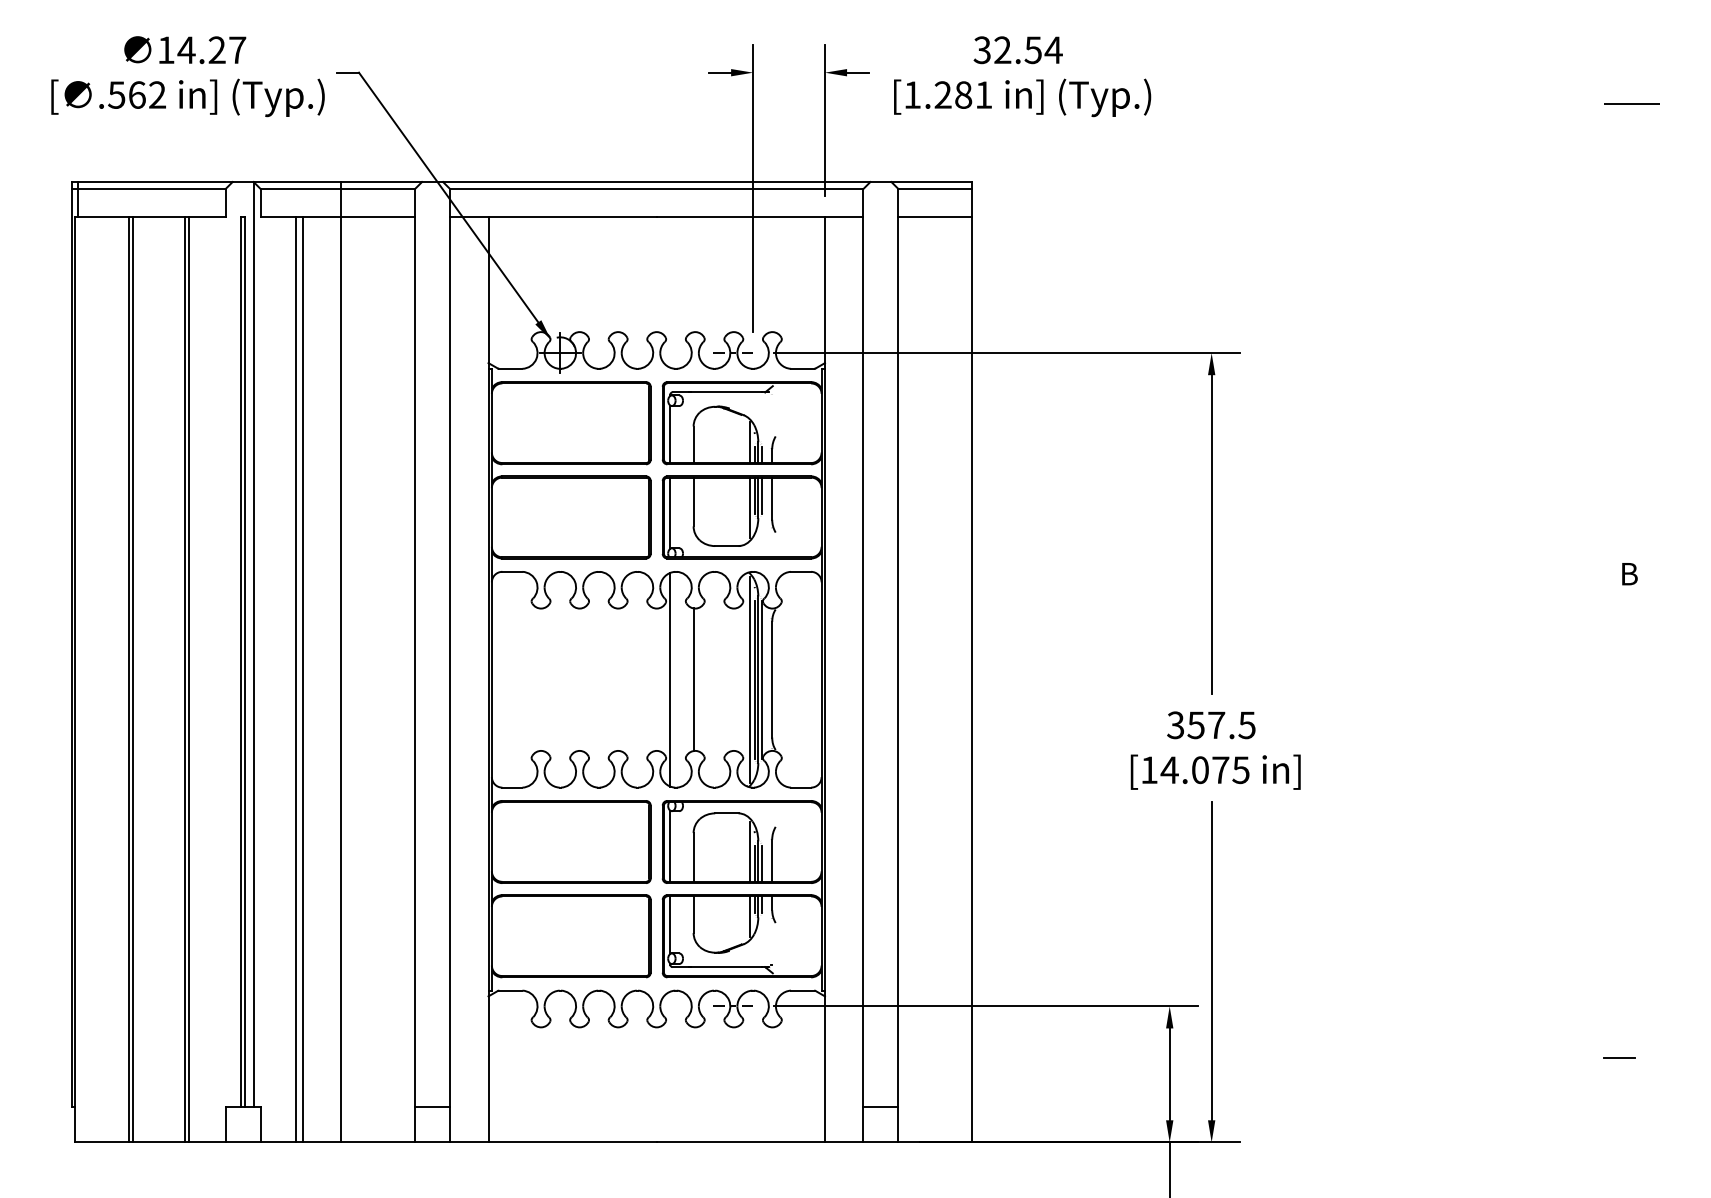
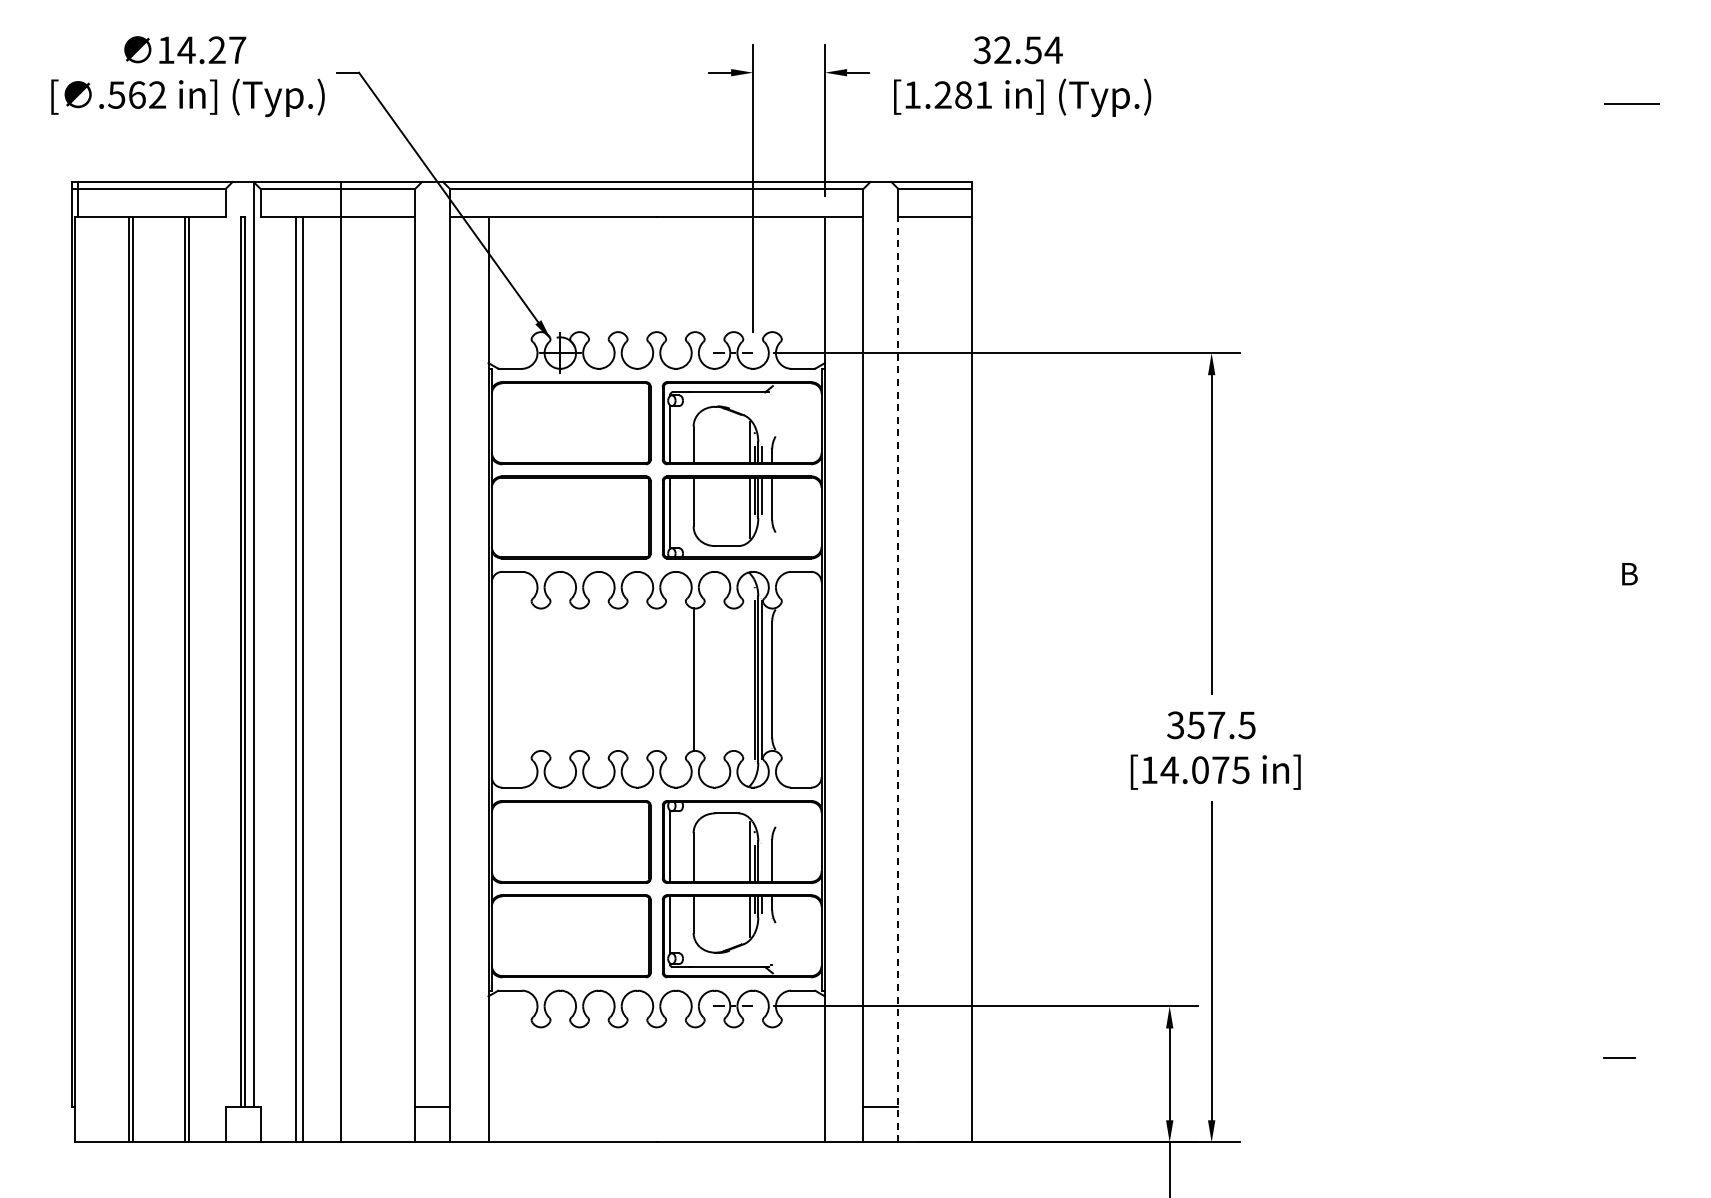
line at (670, 679): present -> none
line at (750, 679): present -> none
line at (898, 679): solid -> dashed
line at (762, 863): present -> none
